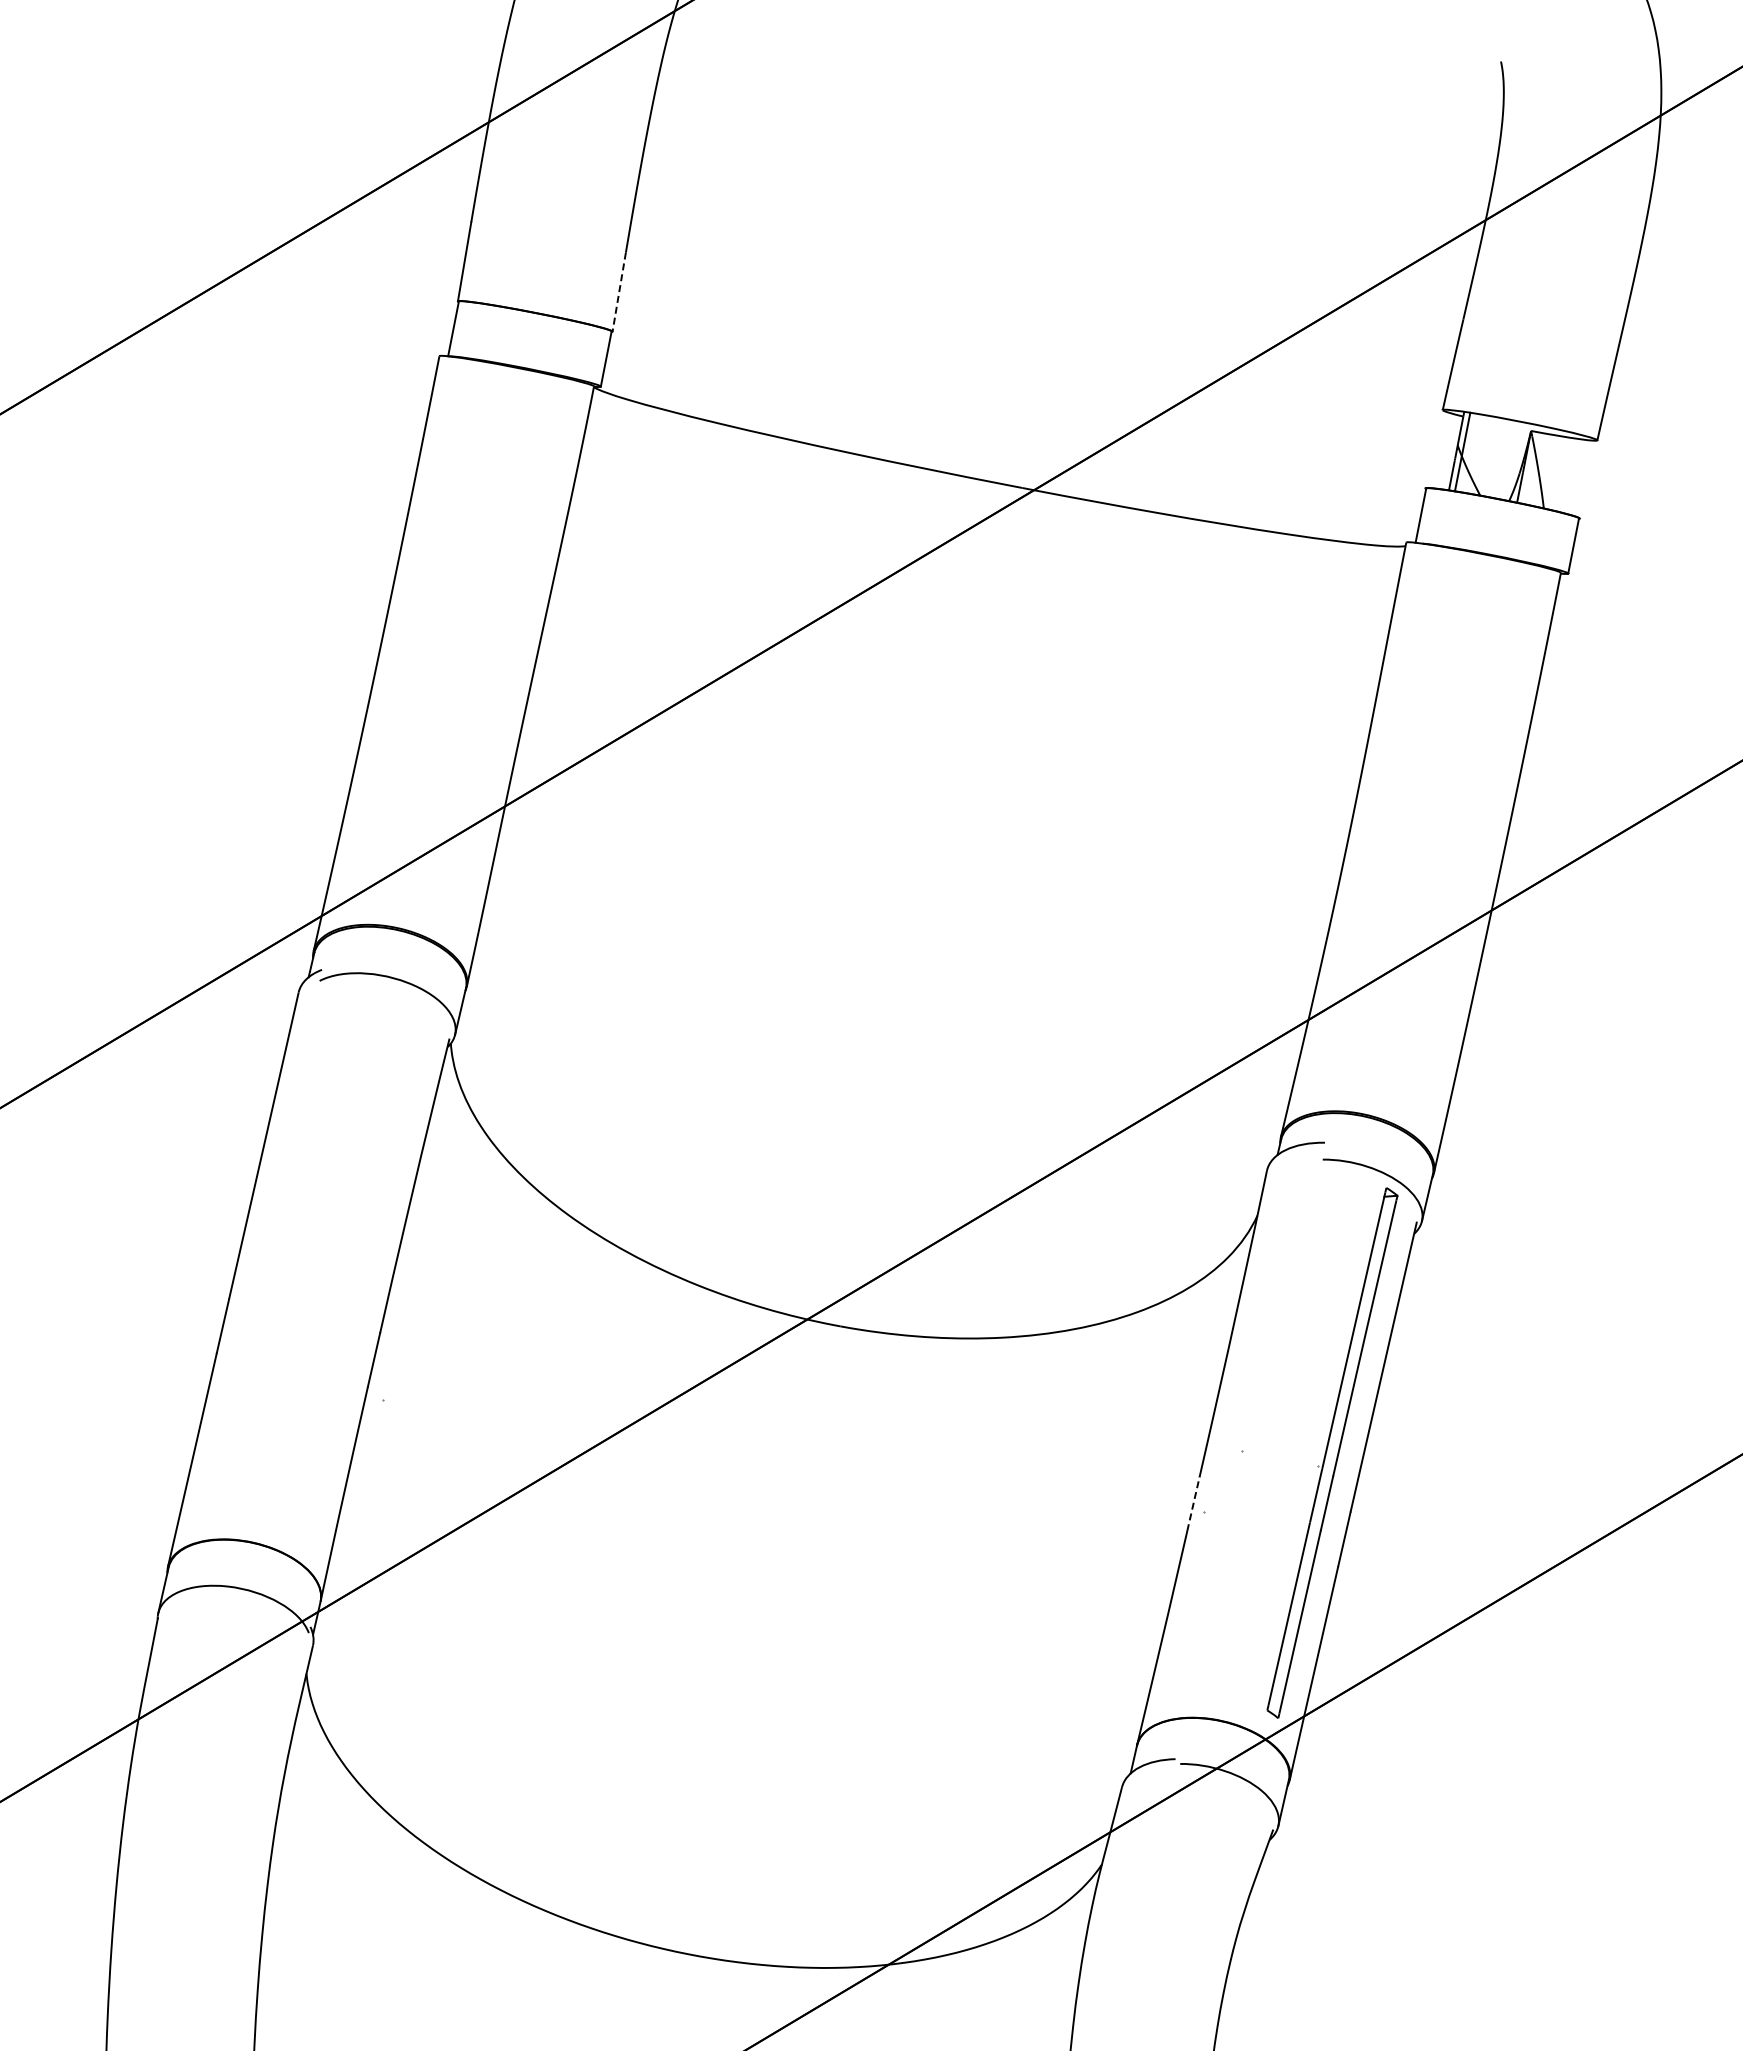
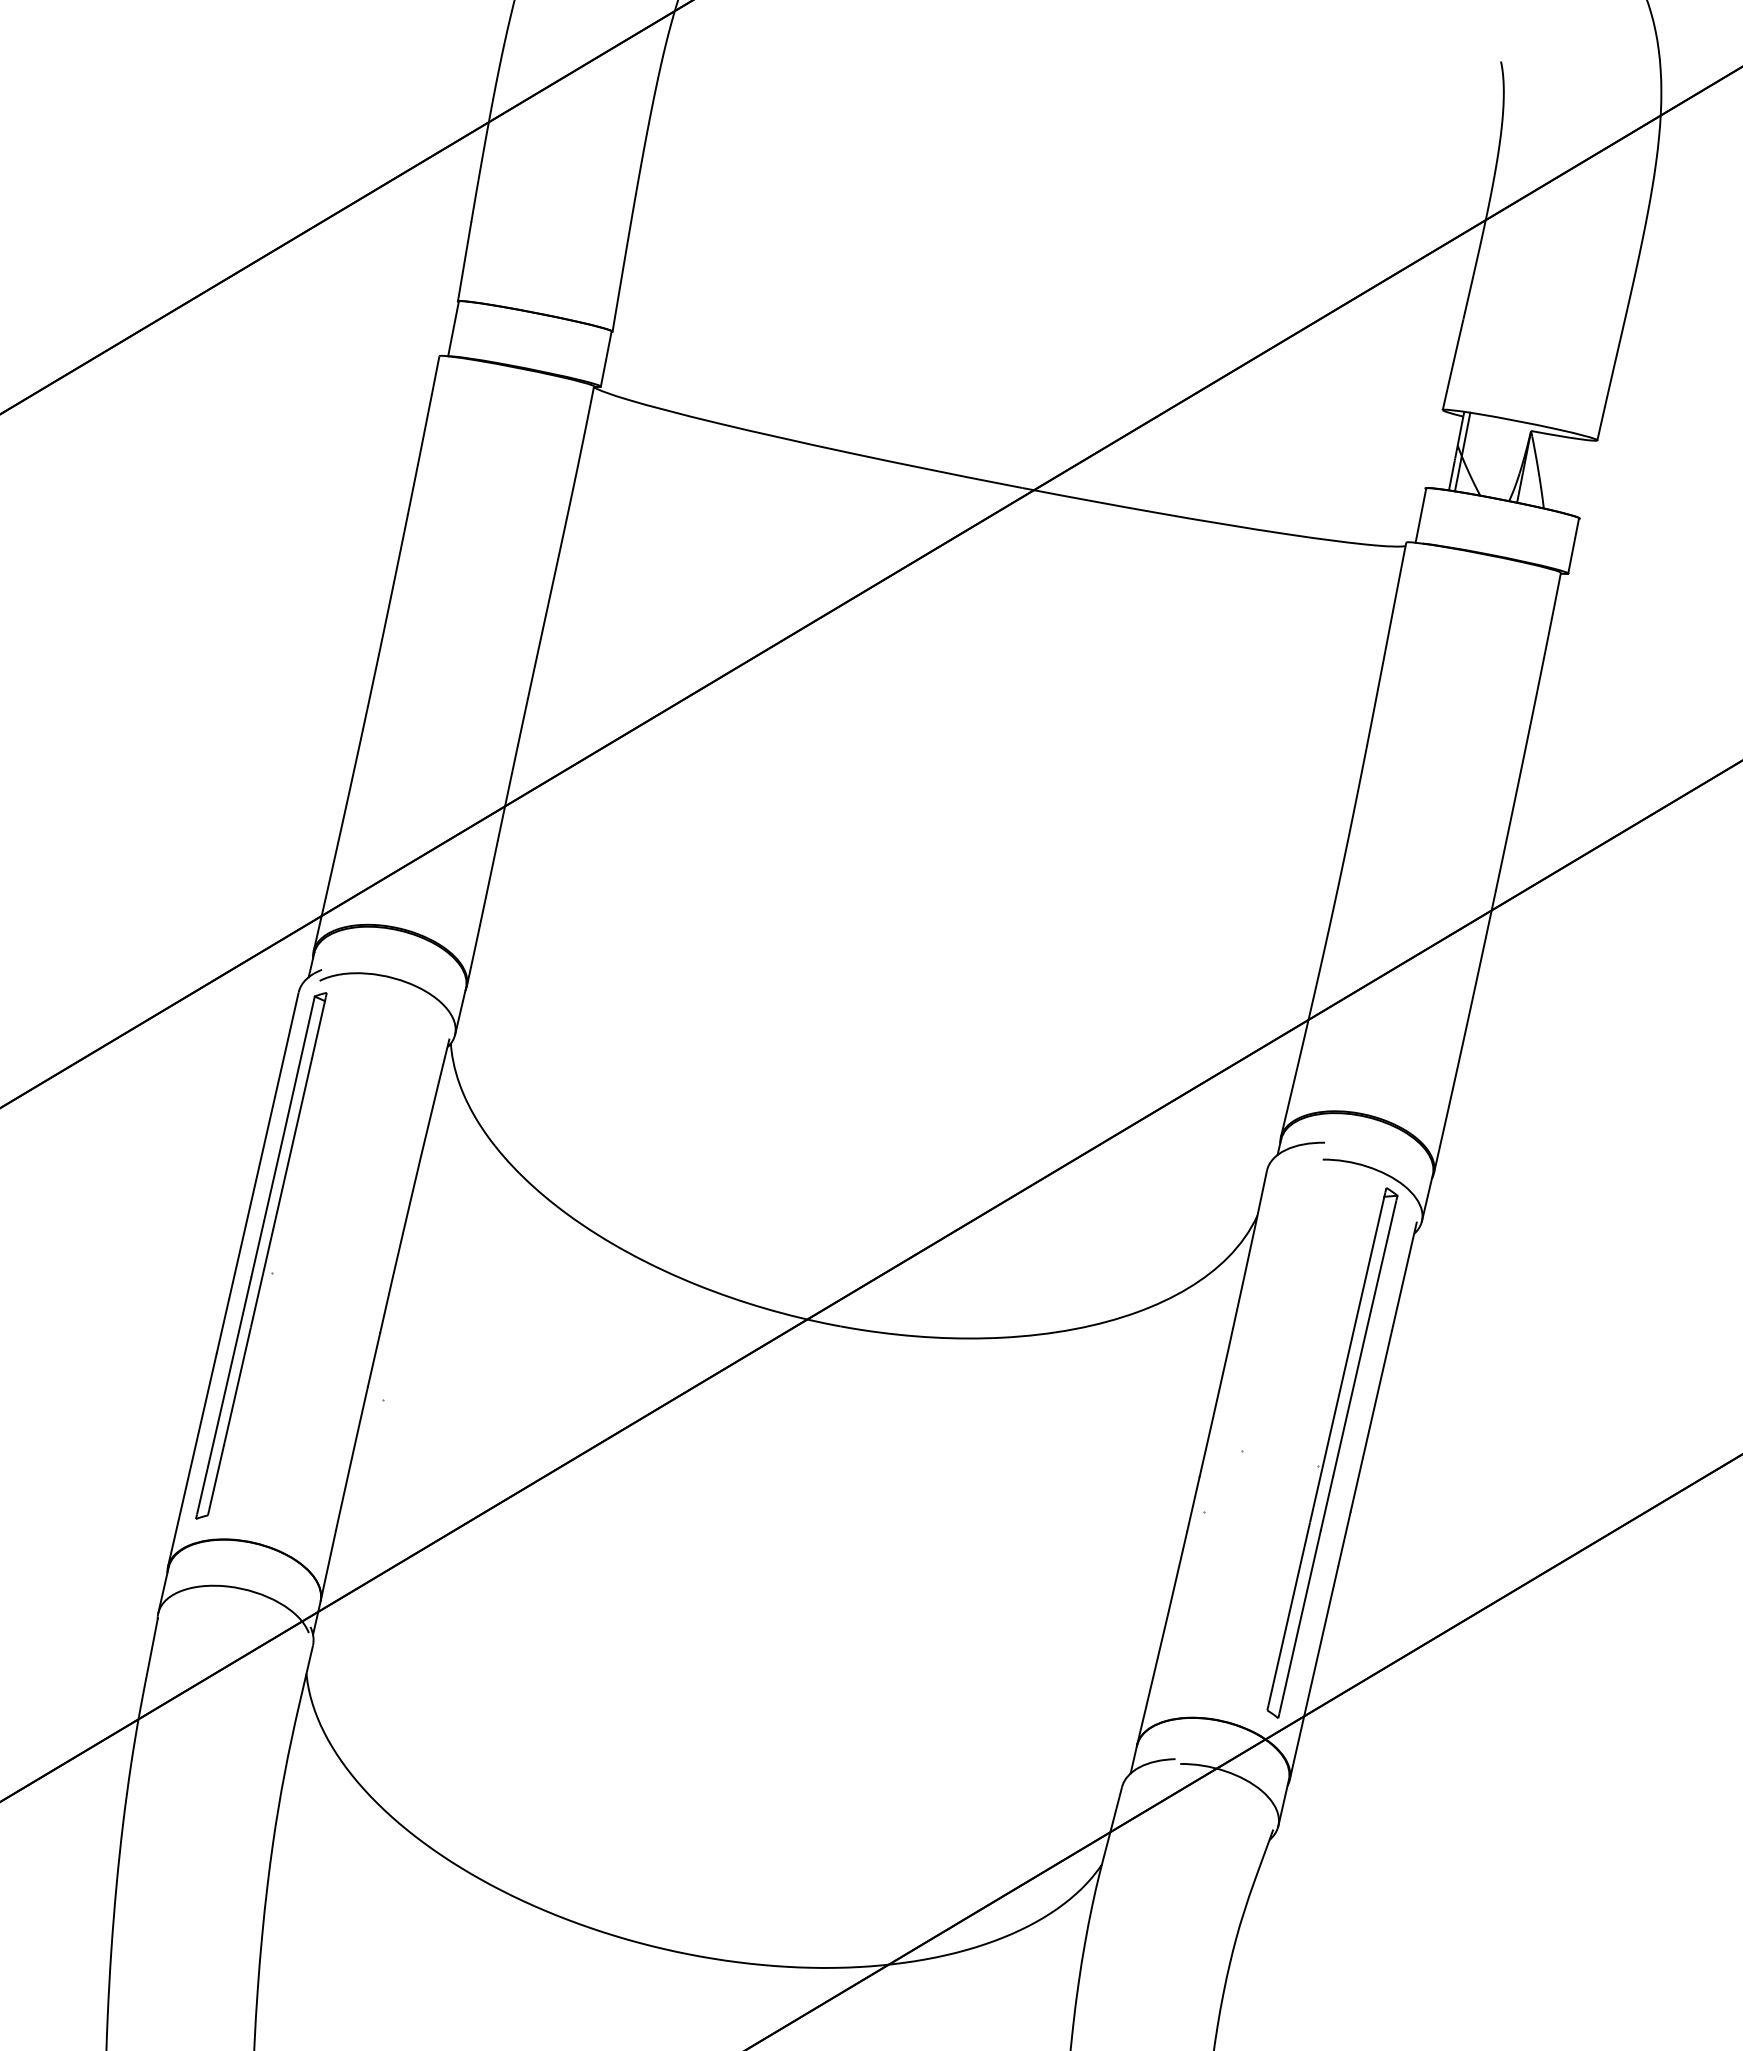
line at (619, 292): dashed -> solid
part at (261, 1255): none -> present
line at (1193, 1504): dashed -> solid
